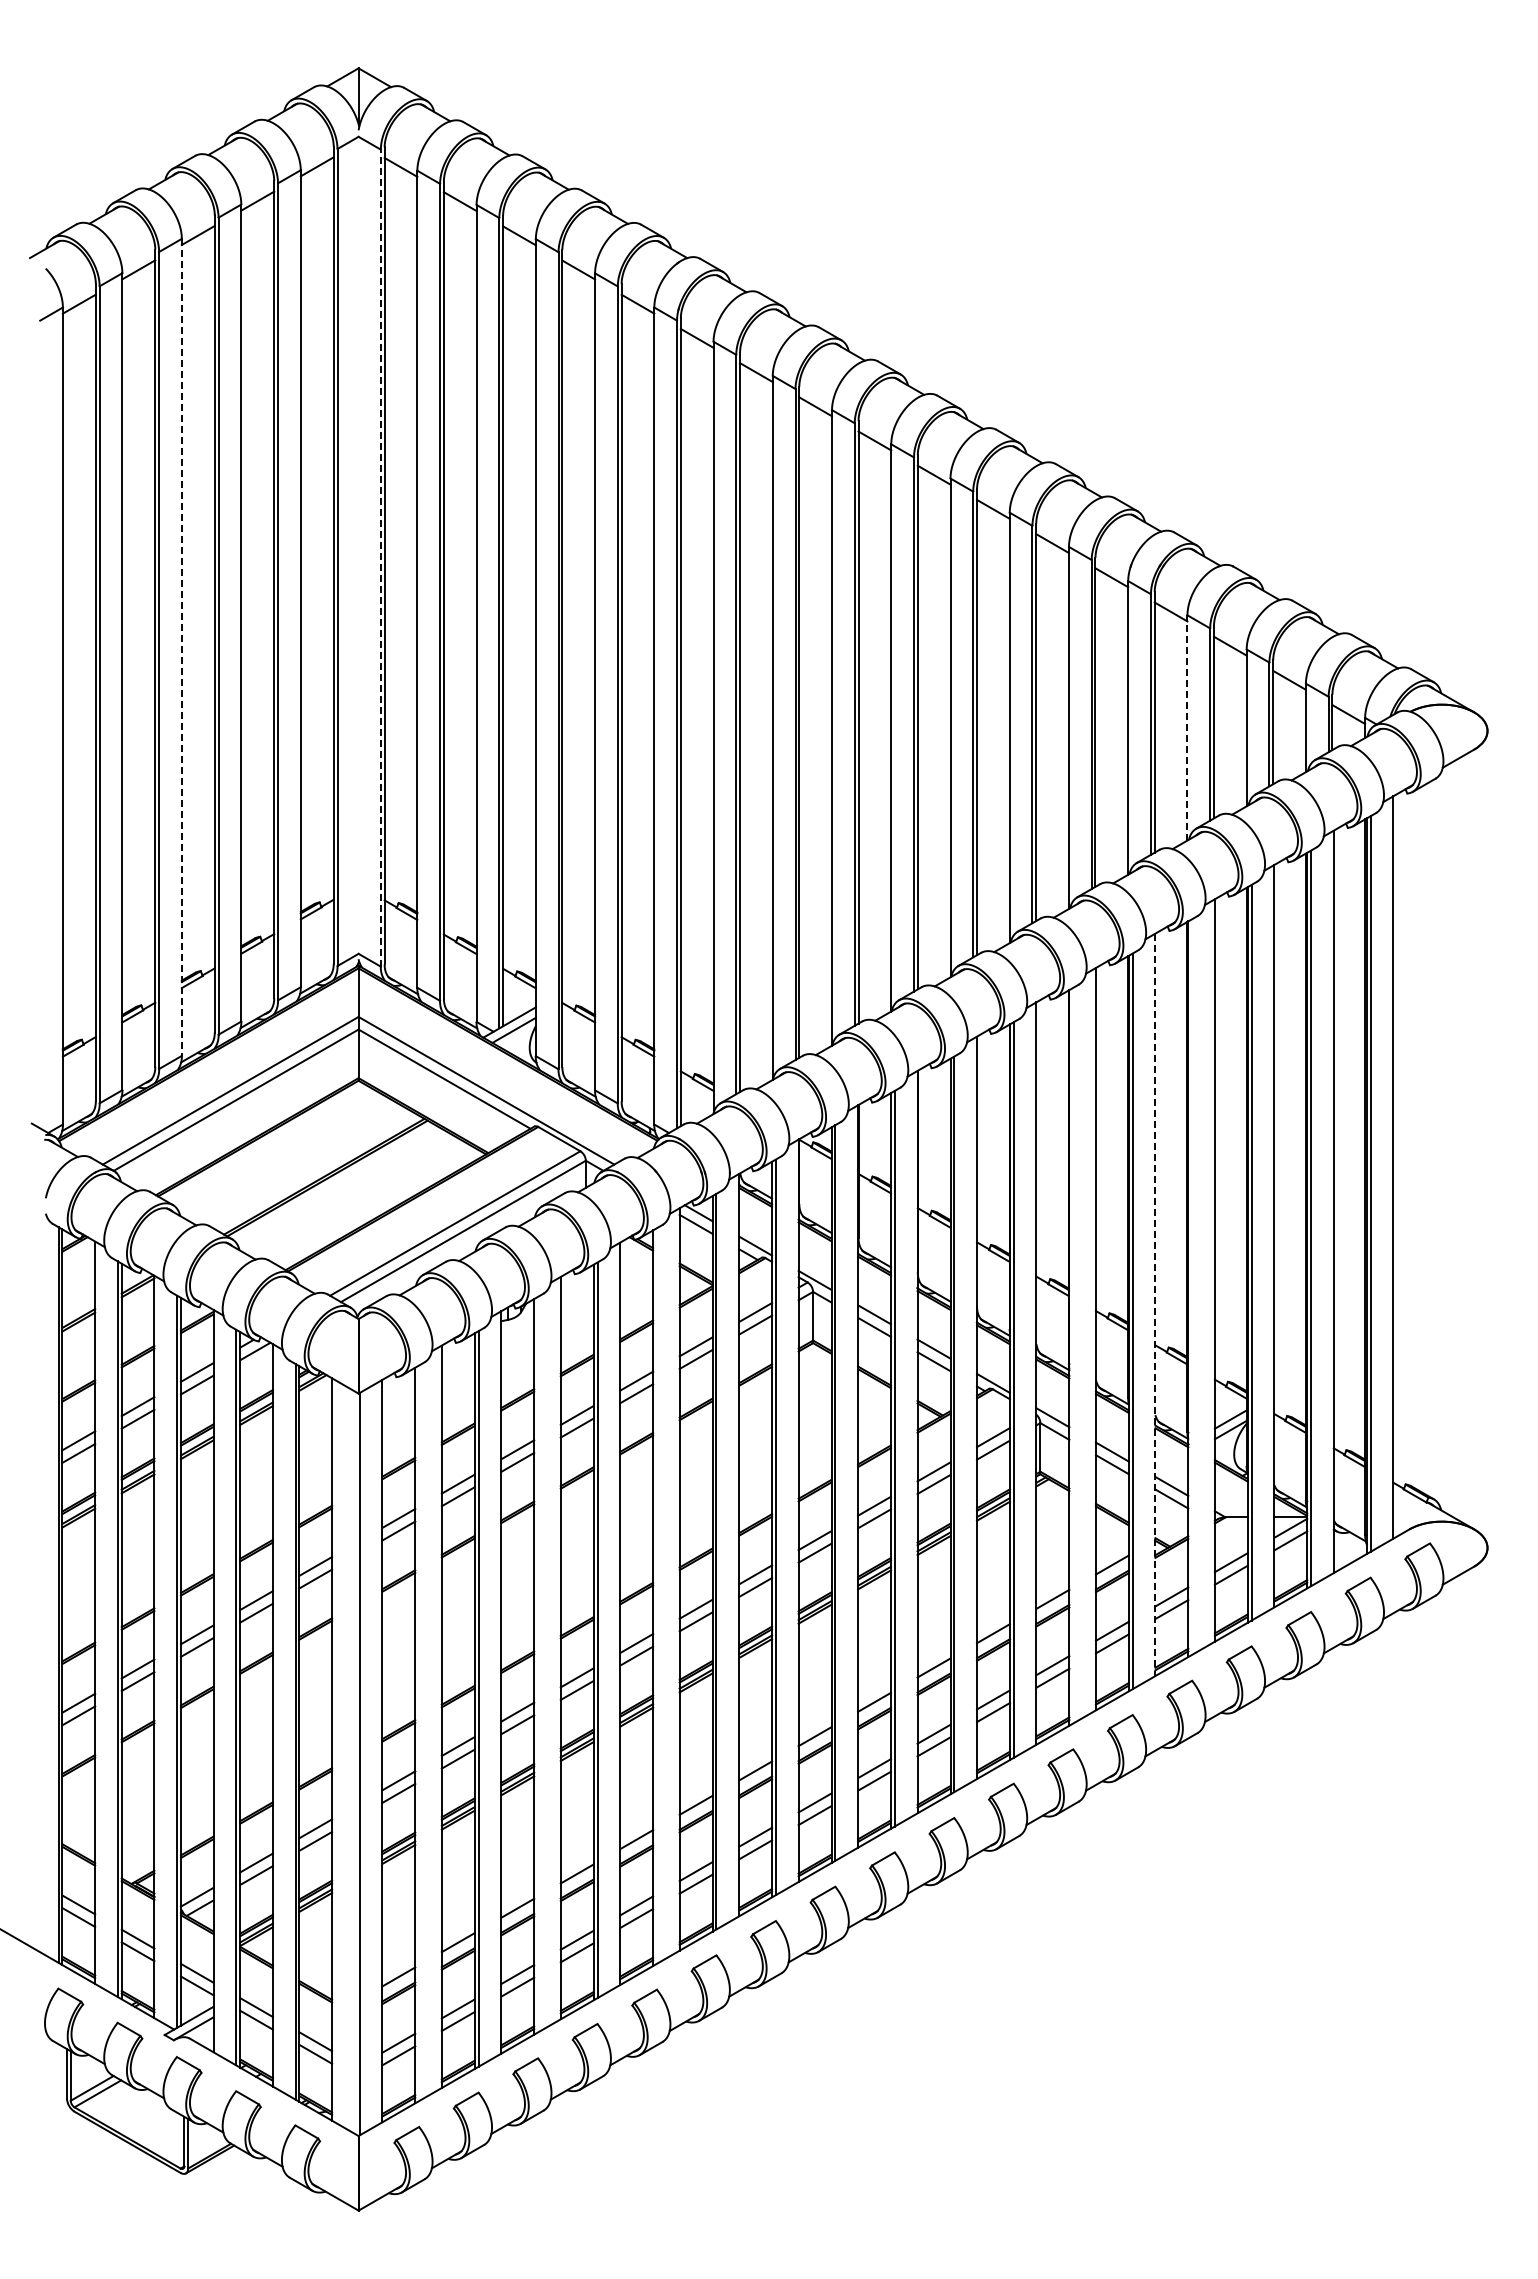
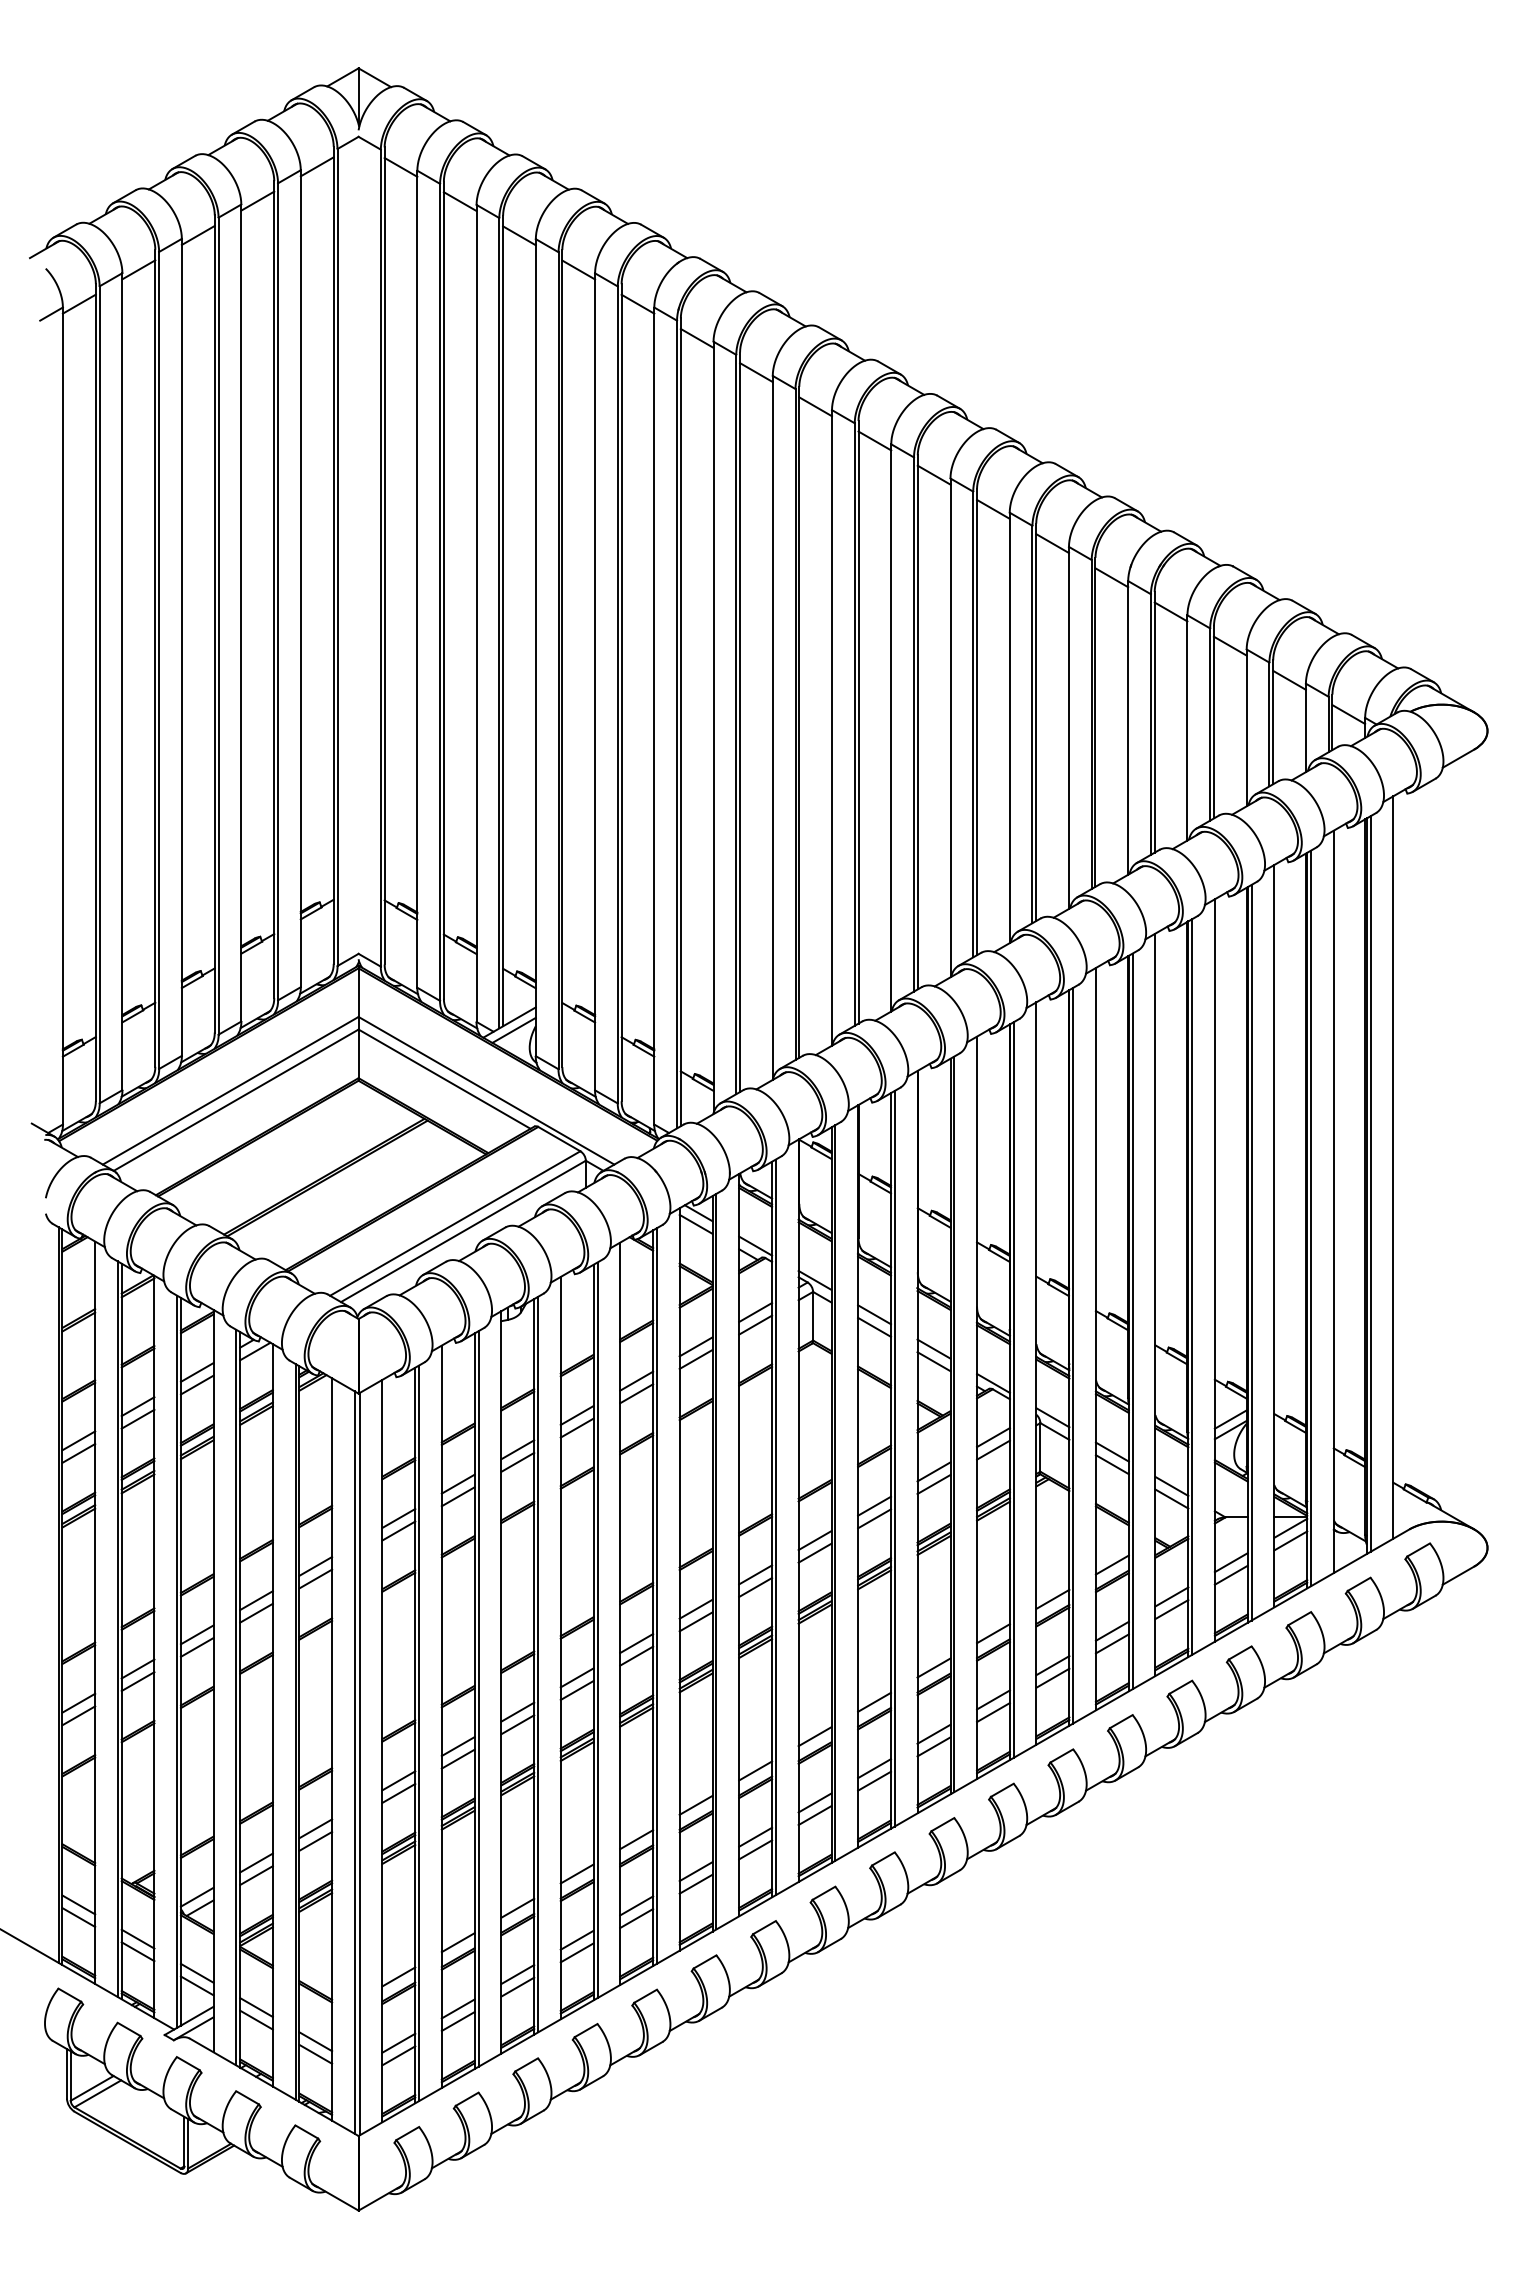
line at (380, 558): dashed -> solid
line at (181, 647): dashed -> solid
line at (1187, 727): dashed -> solid
line at (1192, 1286): none -> present
line at (1155, 1305): dashed -> solid
line at (1073, 1355): none -> present
line at (656, 1595): none -> present
line at (538, 1664): none -> present
line at (419, 1733): none -> present
line at (354, 1762): none -> present
